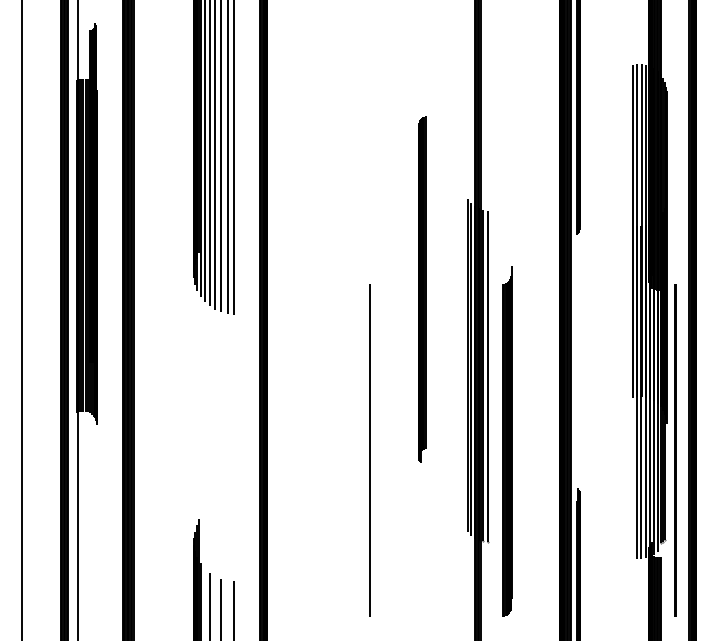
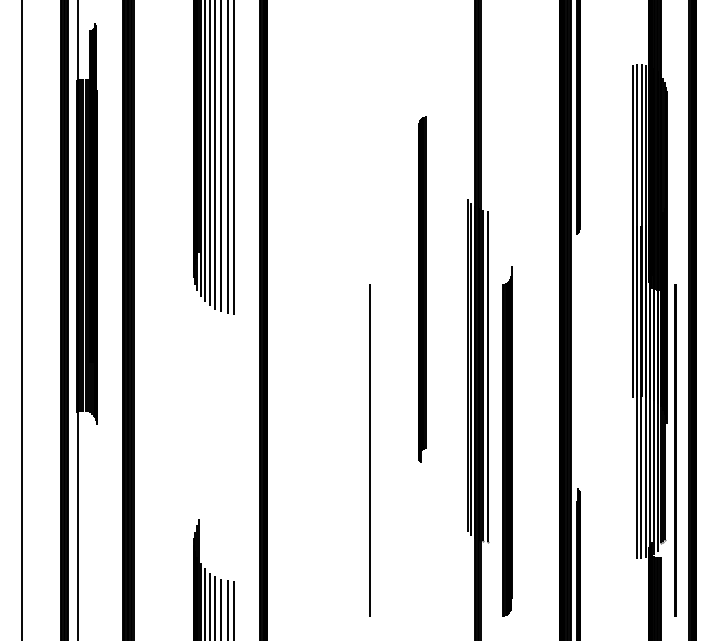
line at (204, 602): none -> present
line at (215, 606): none -> present
line at (227, 608): none -> present
